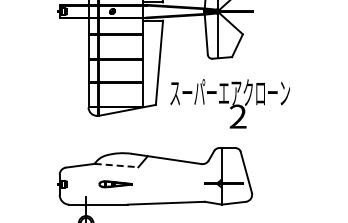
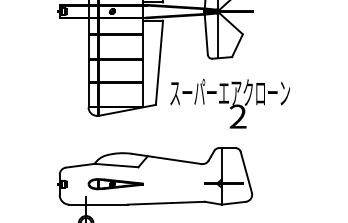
line at (116, 165): dashed -> solid
part at (115, 184) size: 35x9 px -> 57x13 px
